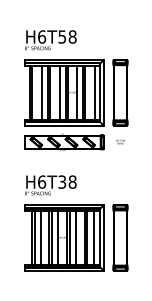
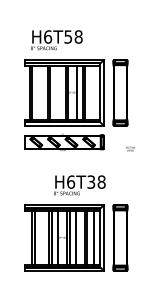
text at (50, 40) position: (50, 40) -> (56, 40)
line at (42, 92): present -> none
line at (59, 92): present -> none
line at (94, 92): present -> none
text at (120, 141) position: (120, 141) -> (130, 148)
text at (50, 185) position: (50, 185) -> (79, 185)
line at (40, 237): present -> none
